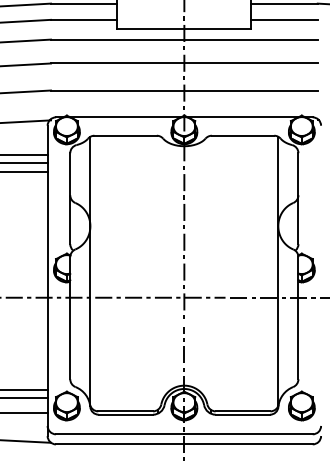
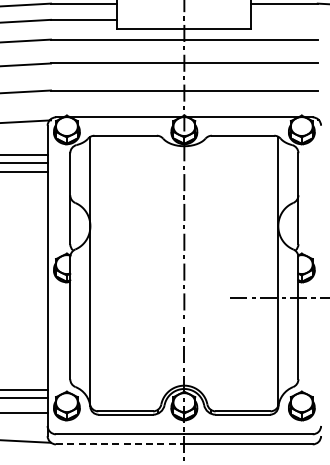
line at (284, 19): present -> none
line at (113, 297): present -> none
line at (120, 444): solid -> dashed
